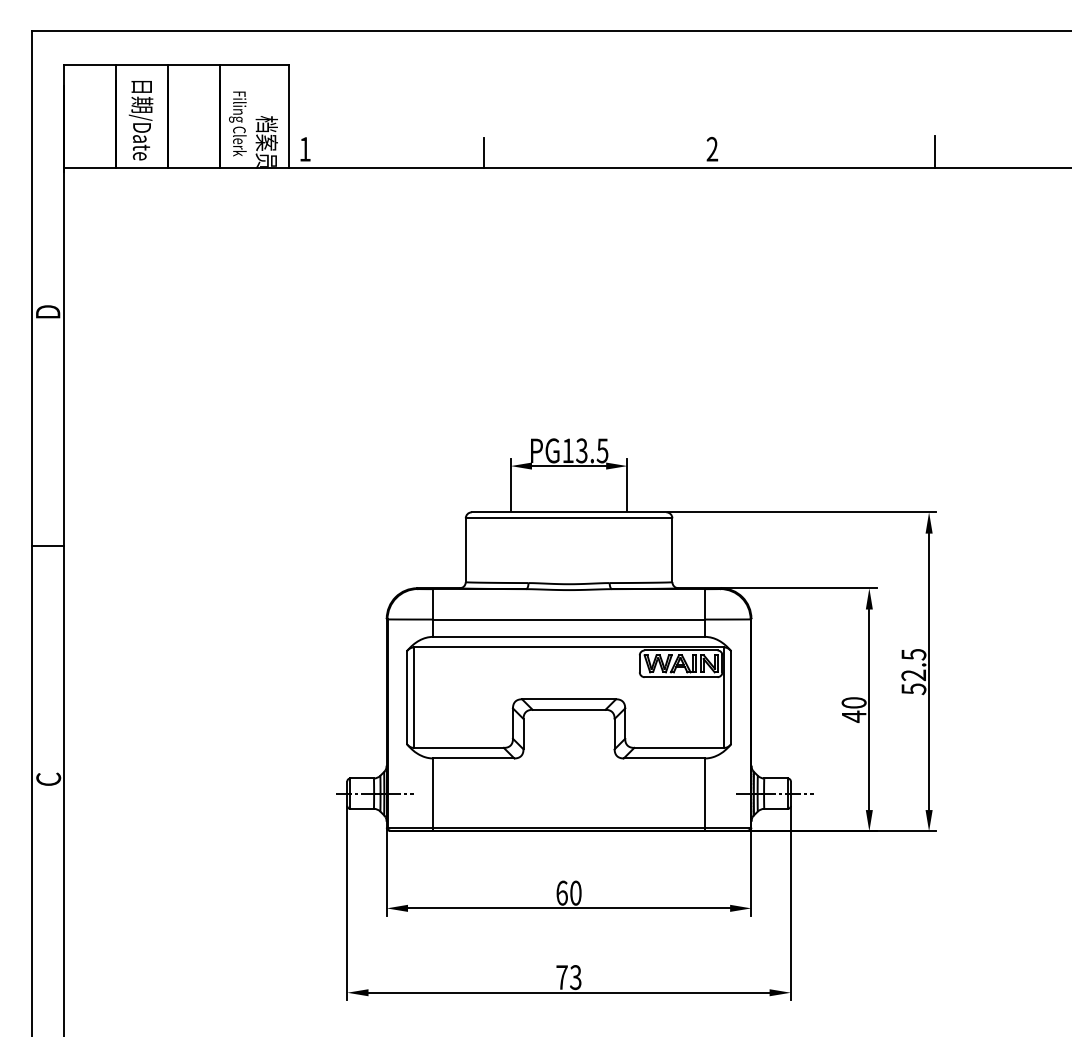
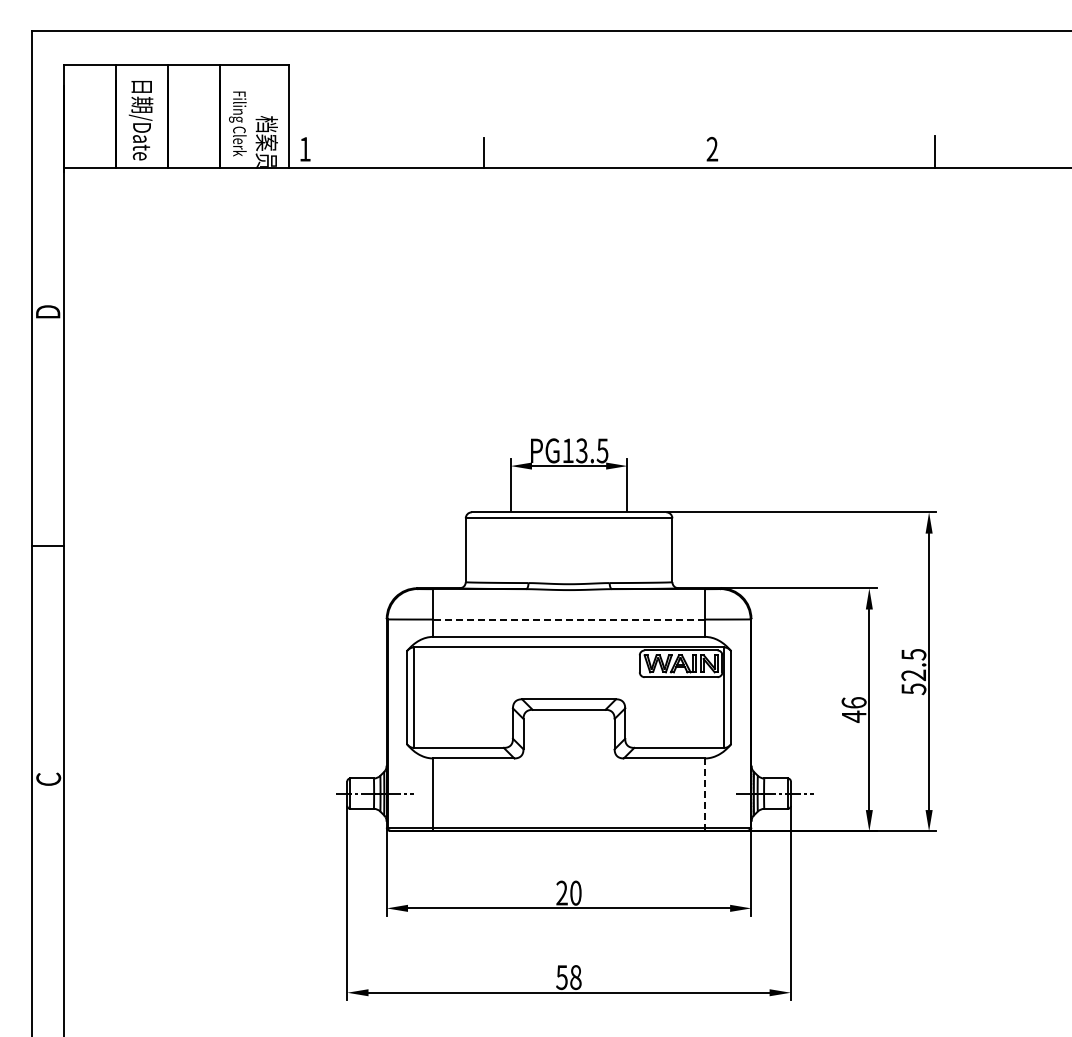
line at (569, 619): solid -> dashed
text at (853, 702): 40 -> 46
line at (705, 794): solid -> dashed
text at (561, 892): 60 -> 20
text at (568, 977): 73 -> 58
